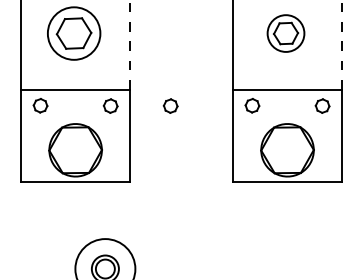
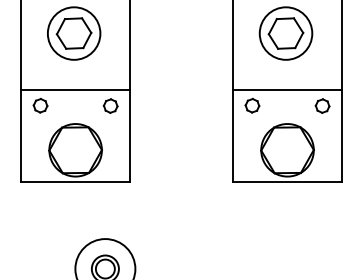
part at (285, 33) size: 40x39 px -> 56x55 px
line at (130, 44): dashed -> solid
line at (341, 44): dashed -> solid
part at (170, 105): present -> none
